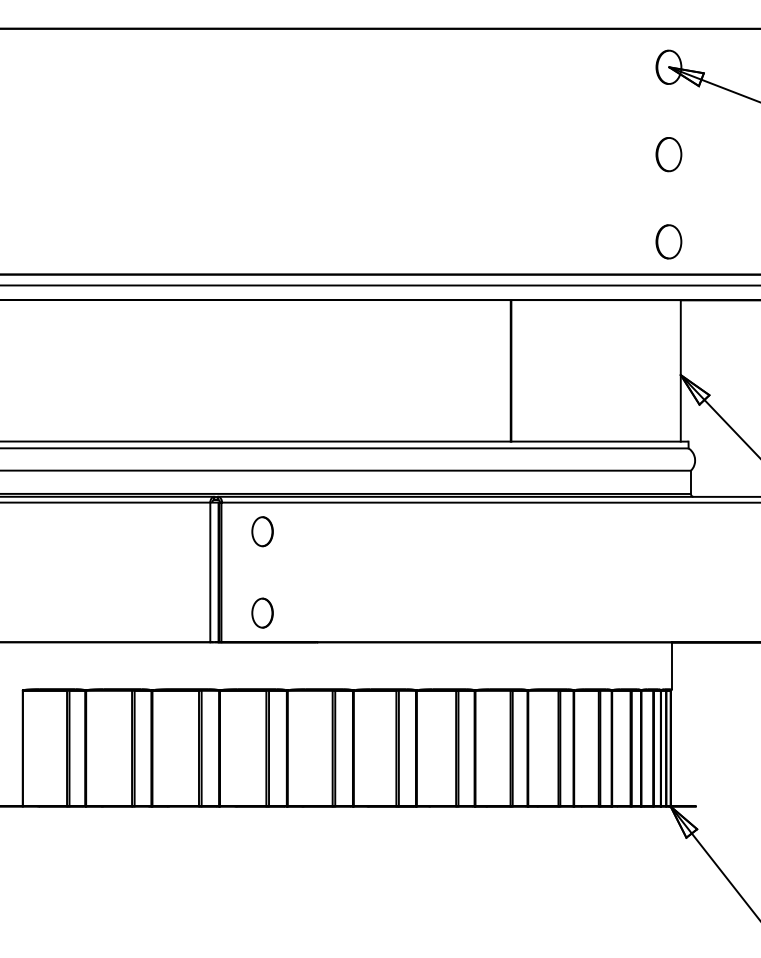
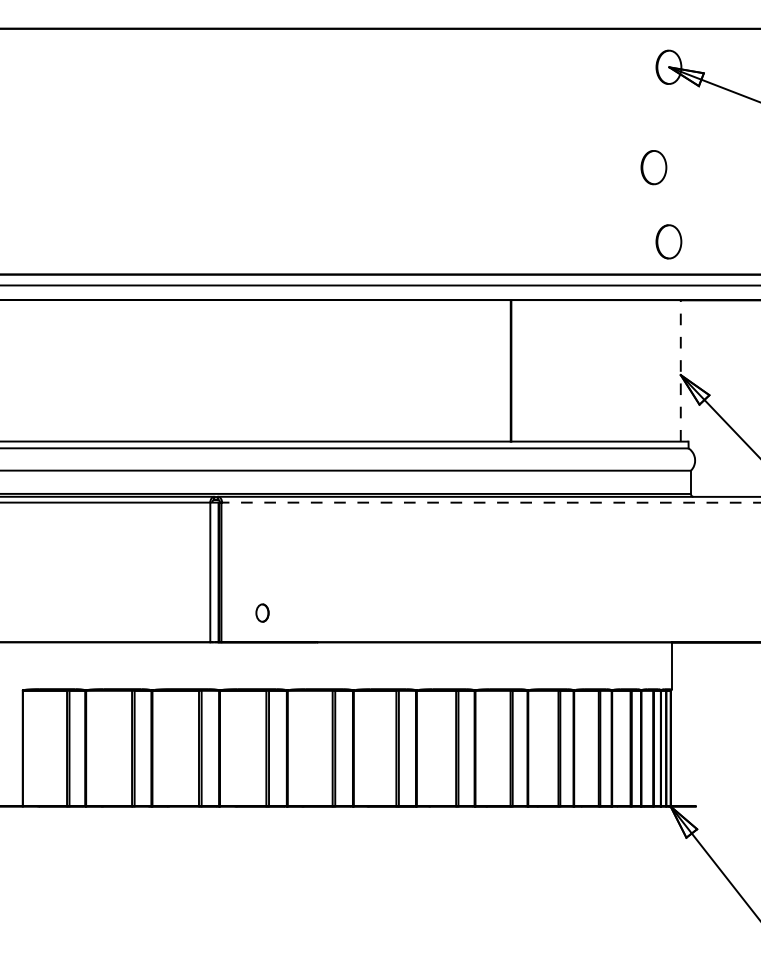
part at (668, 154) position: (668, 154) -> (653, 167)
line at (680, 370): solid -> dashed
line at (490, 502): solid -> dashed
part at (262, 531): present -> none
part at (262, 612) size: 23x32 px -> 15x20 px
